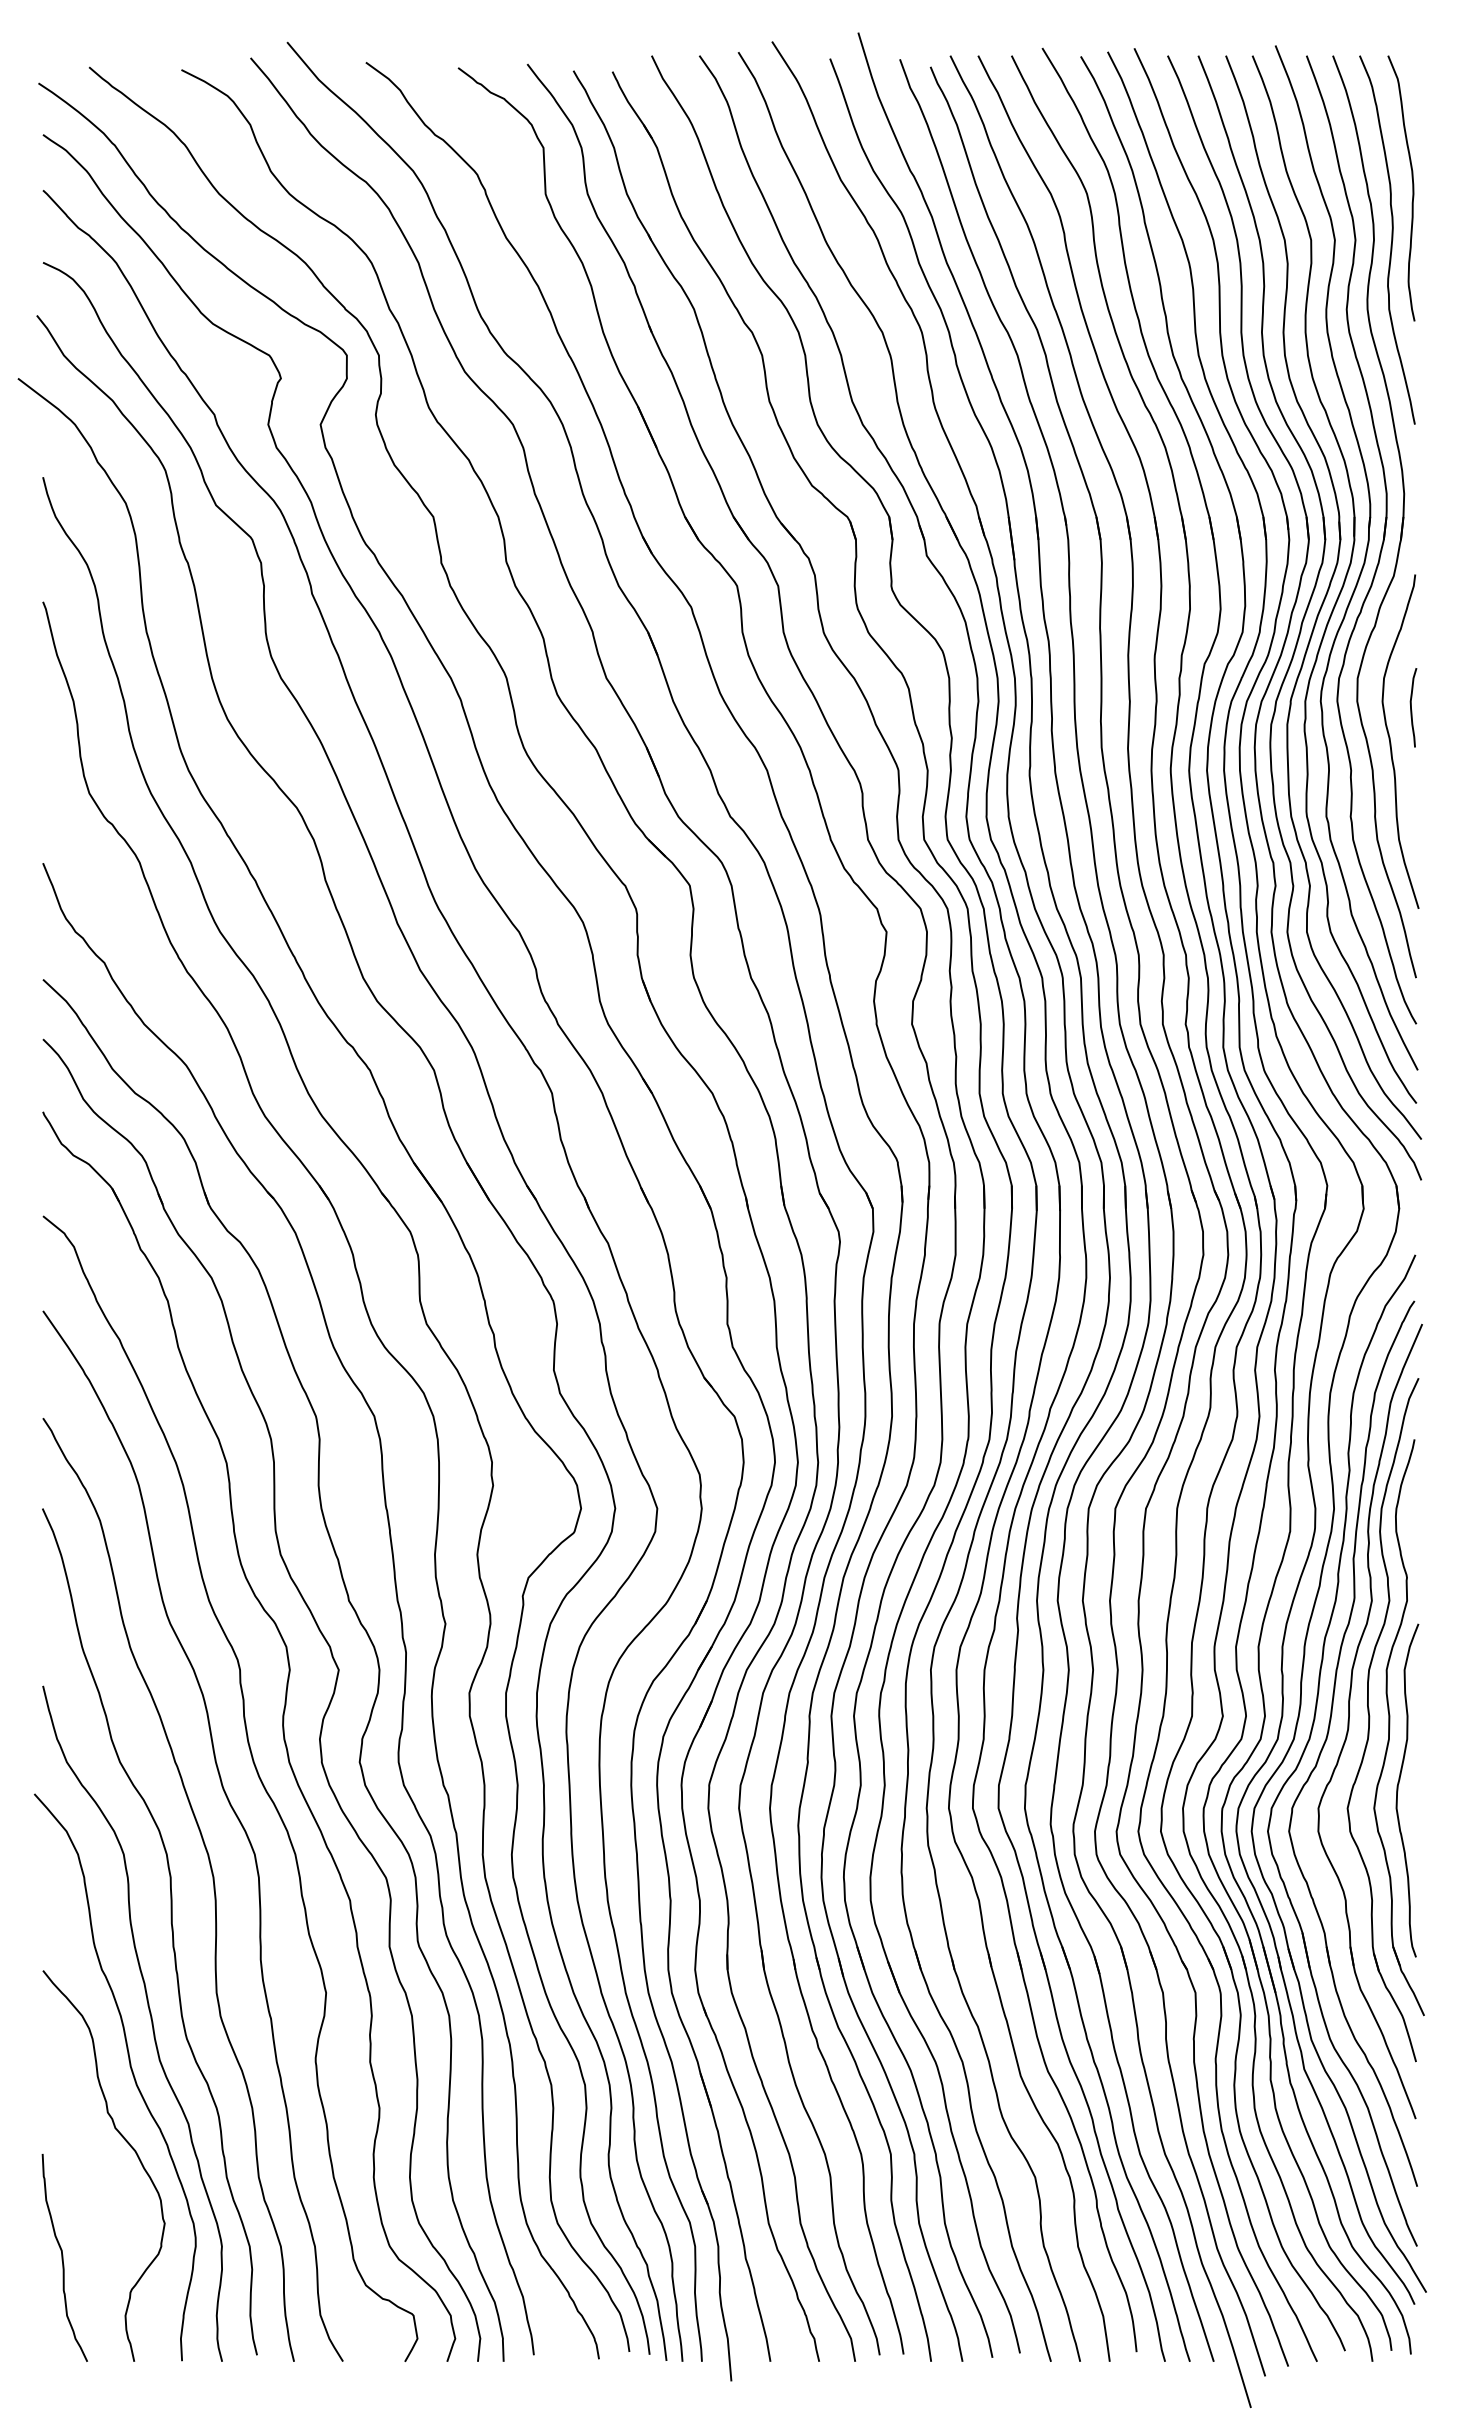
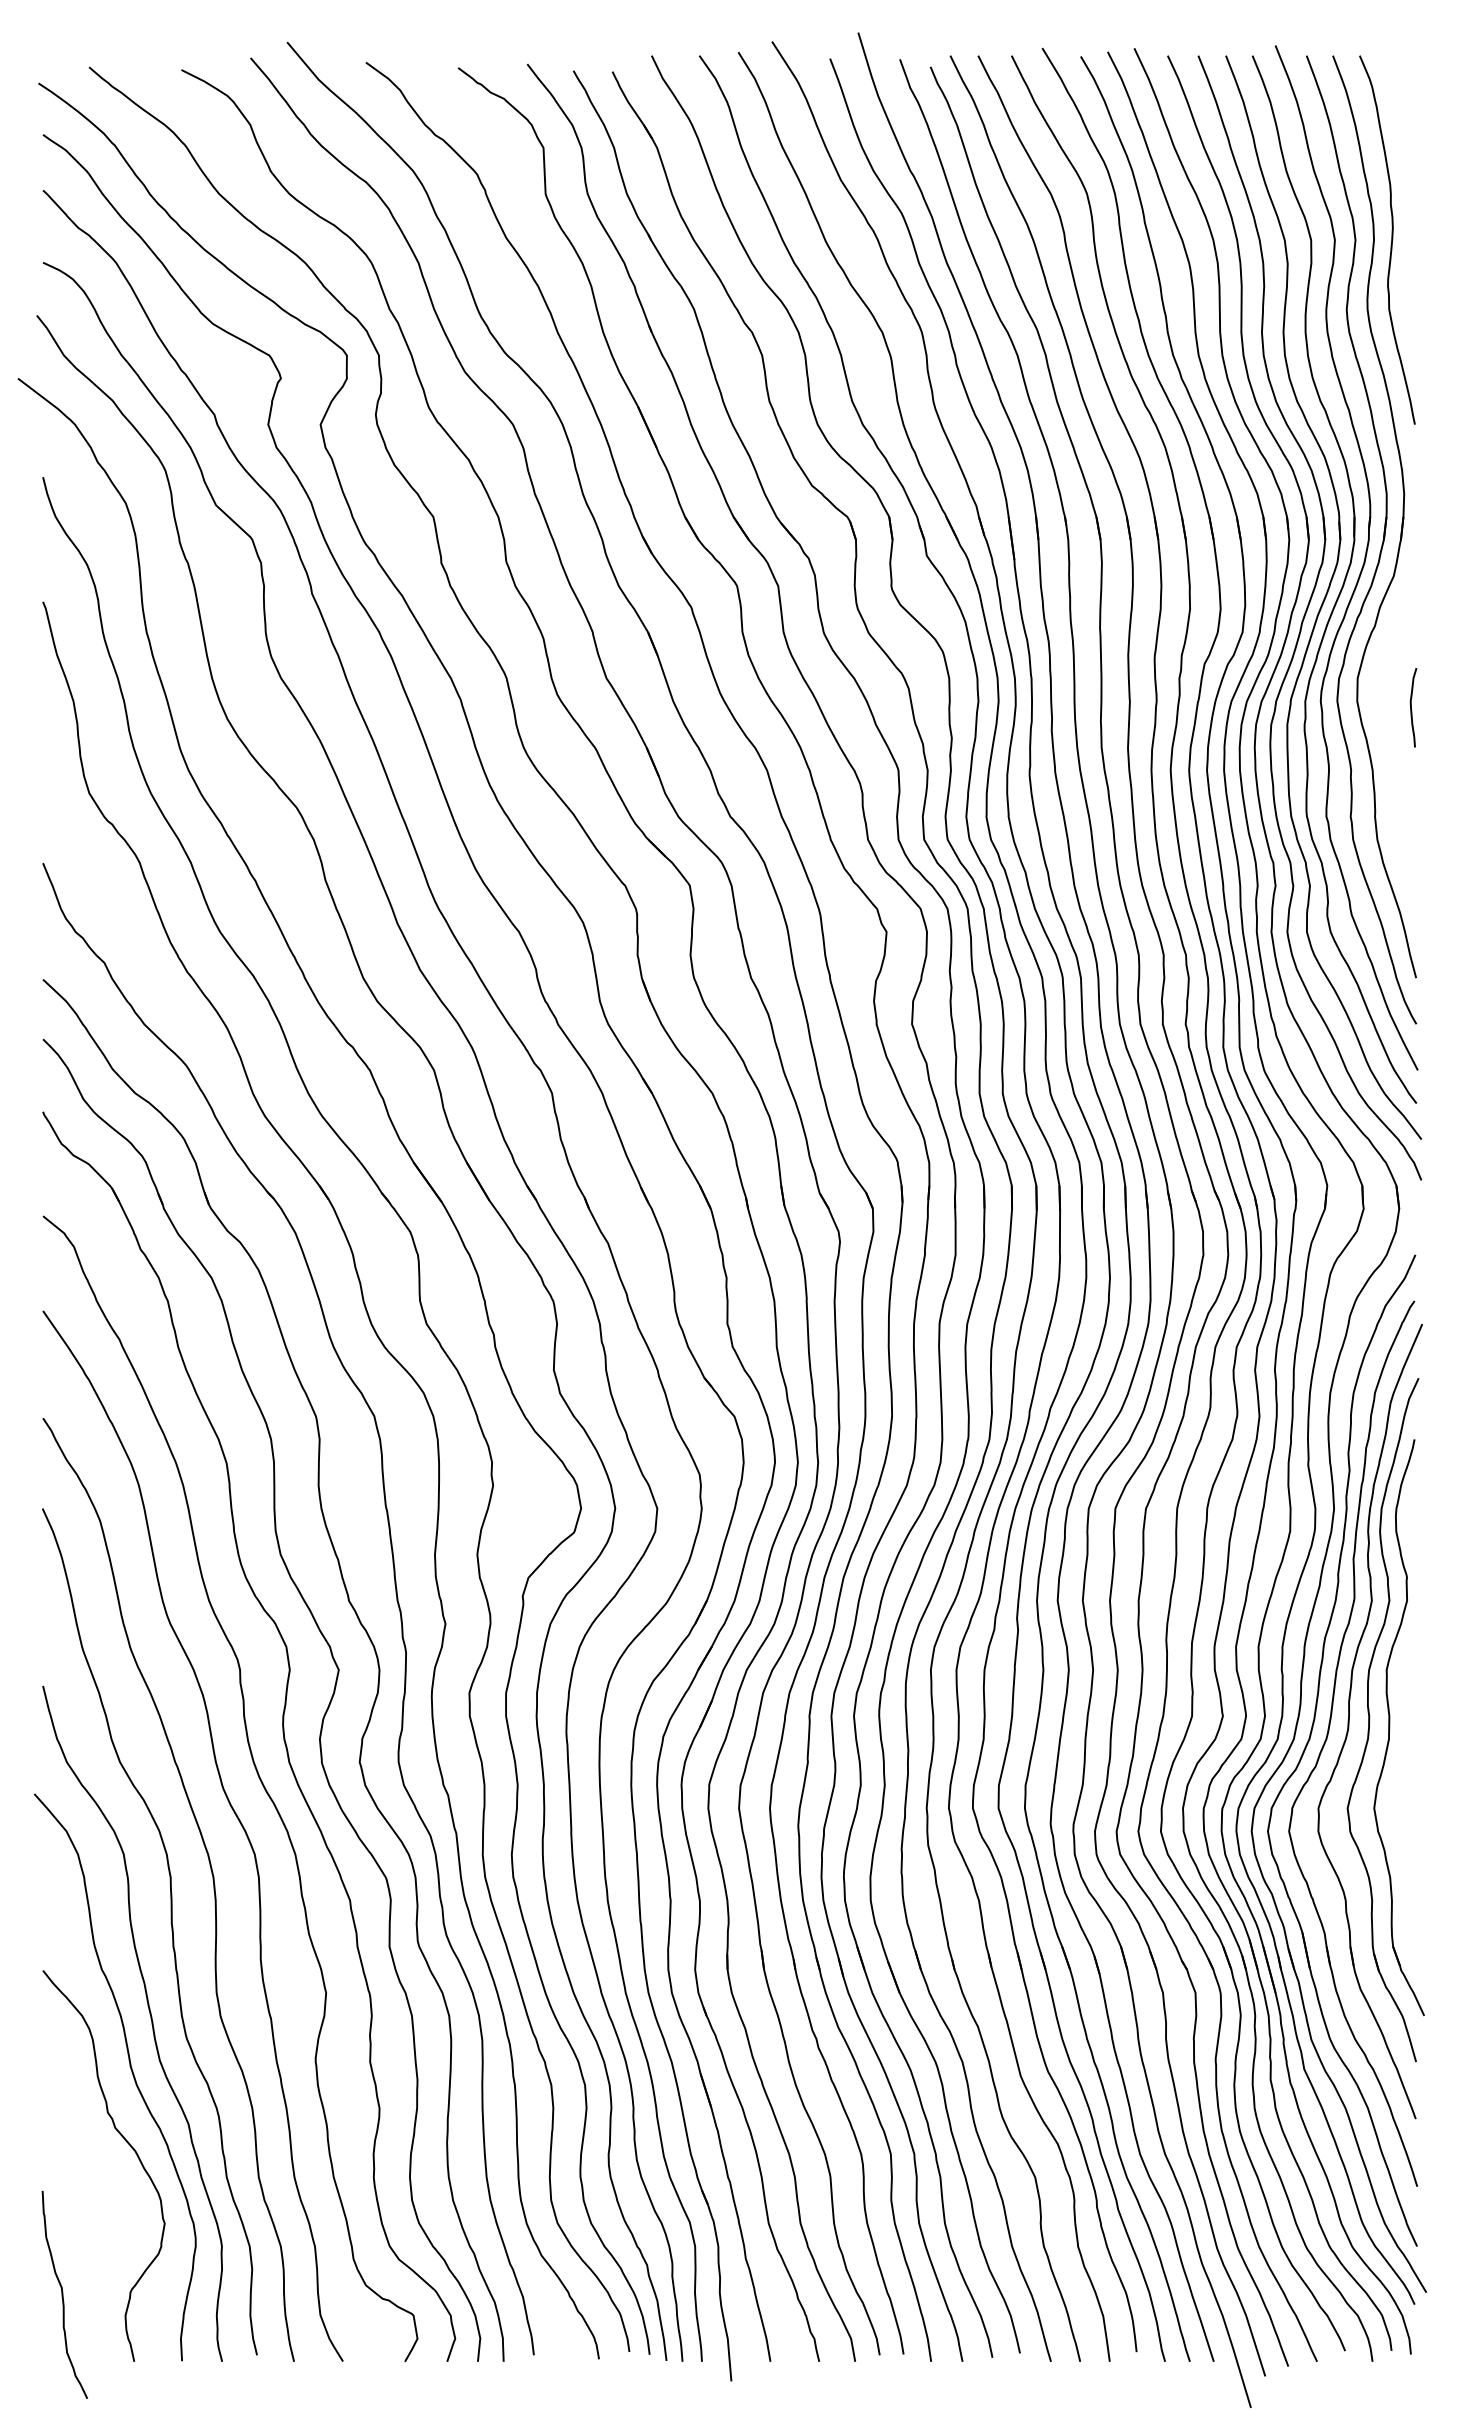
curve at (1412, 188): present -> none
curve at (1391, 742): present -> none
curve at (1398, 1790): present -> none
curve at (63, 2257) position: (63, 2257) -> (63, 2294)
